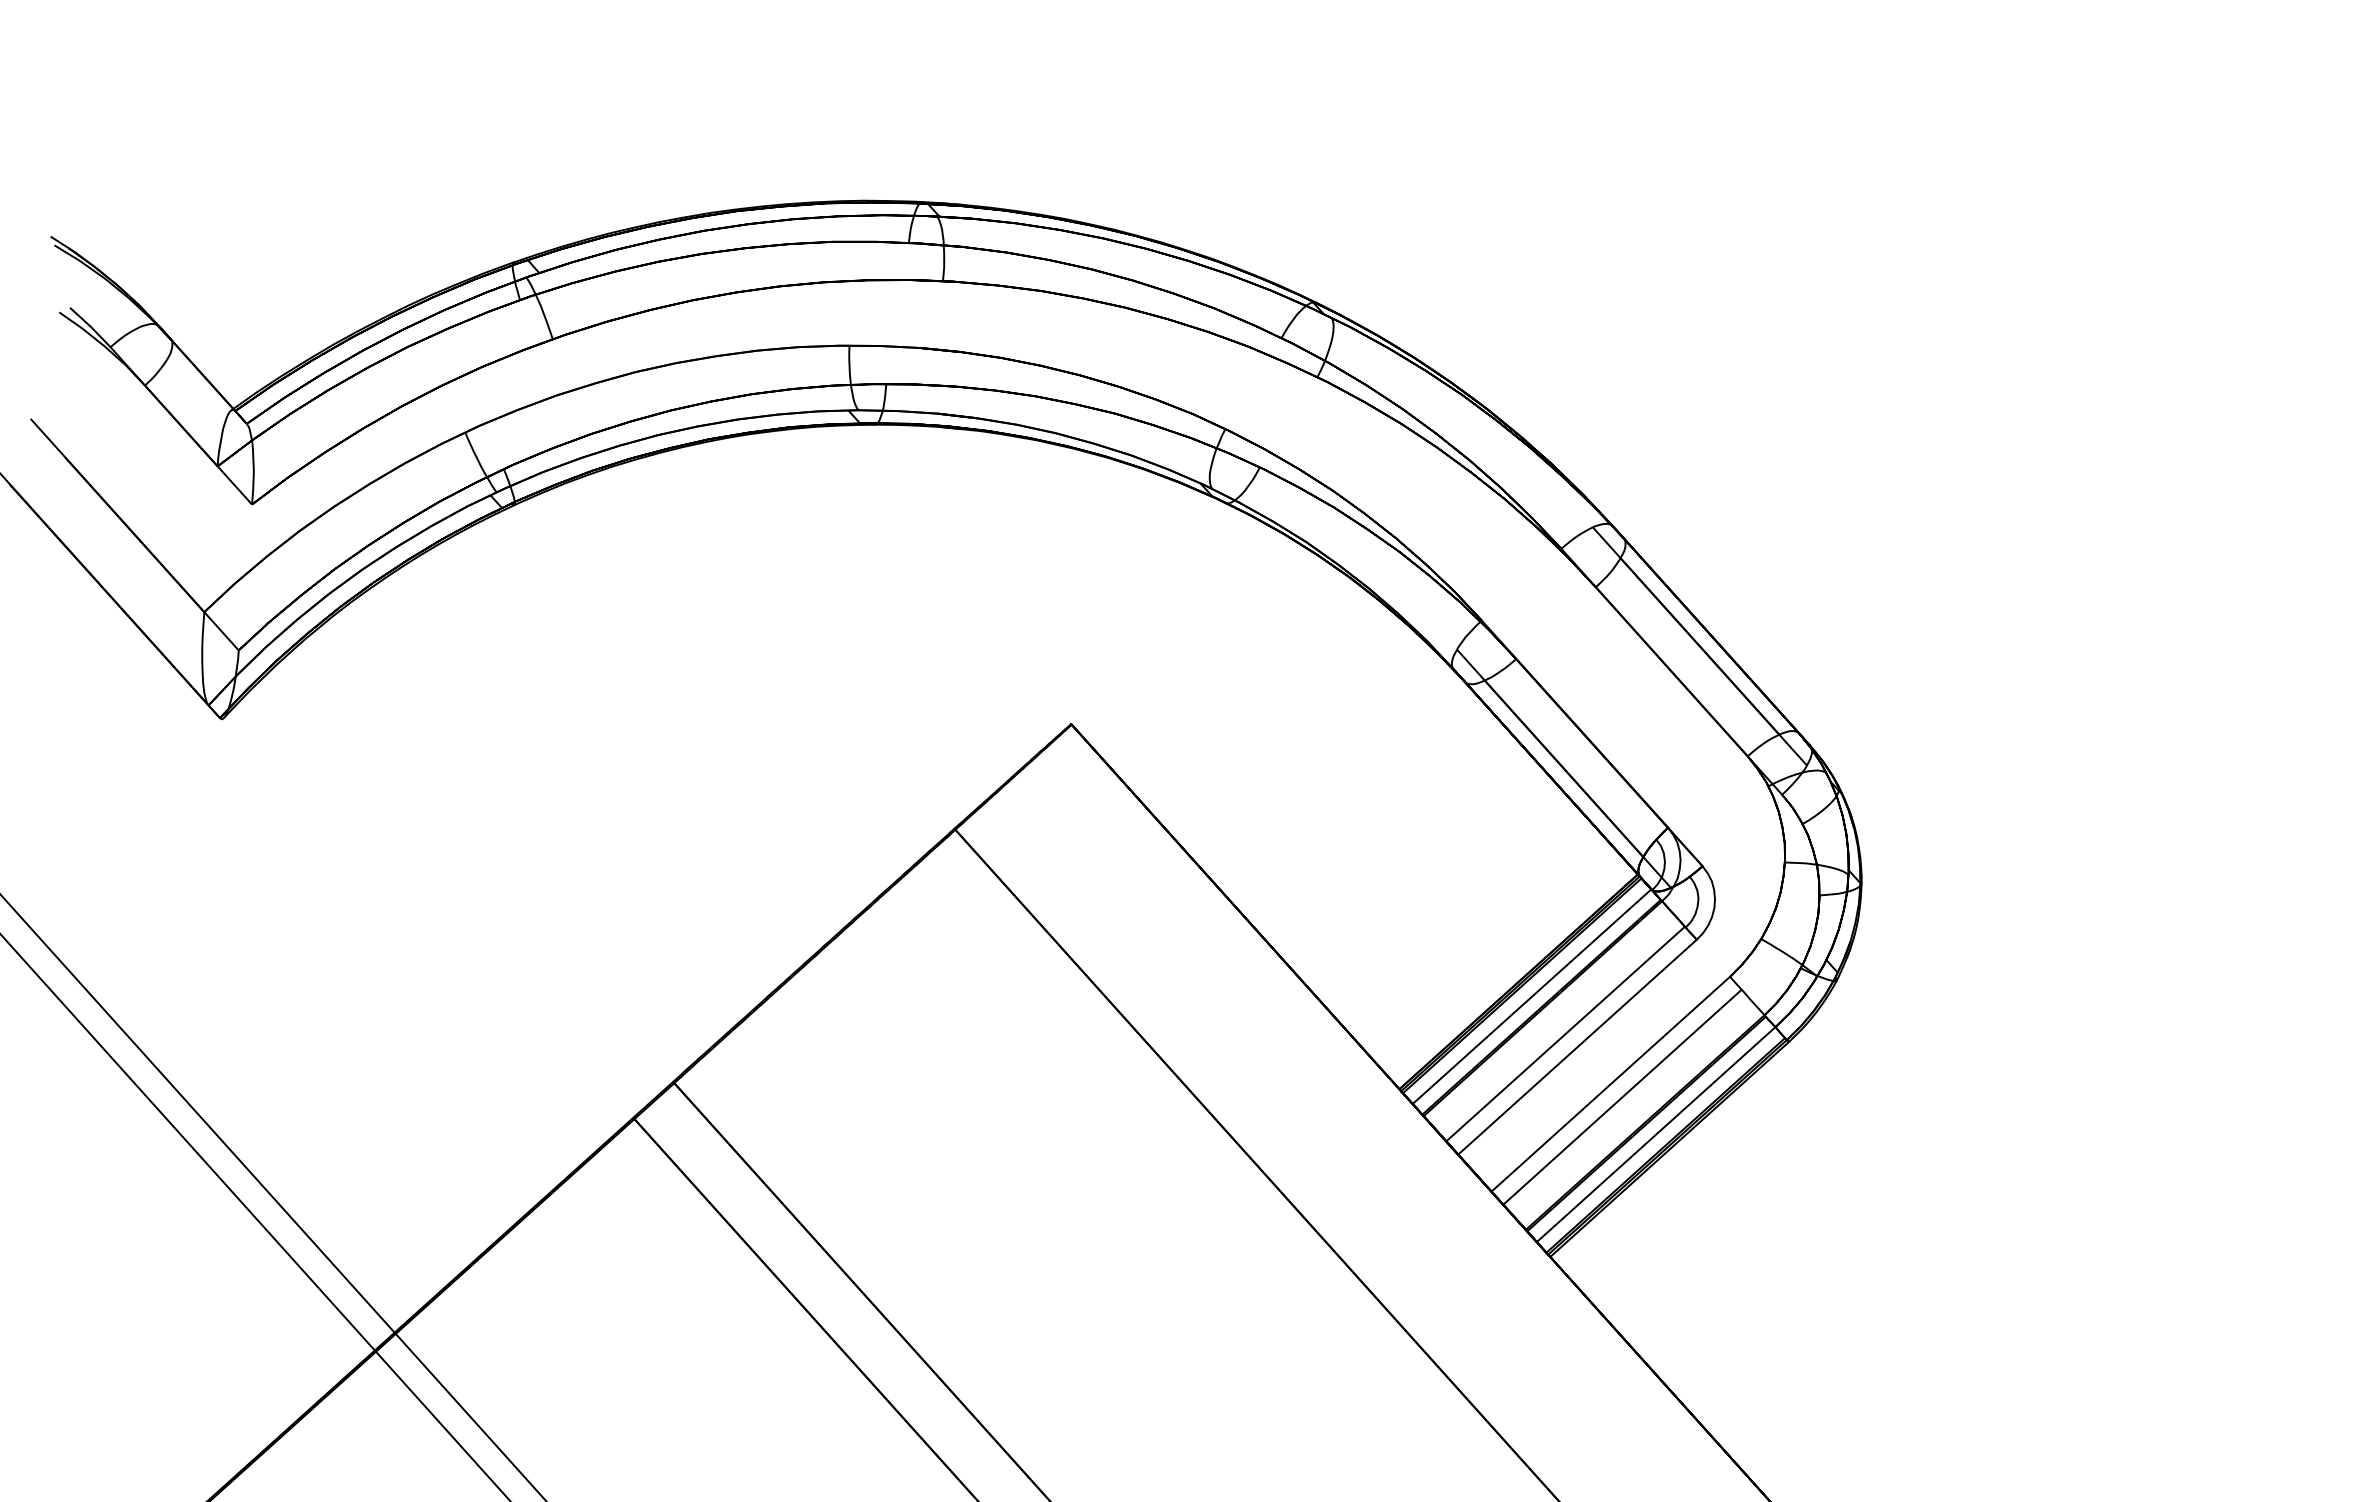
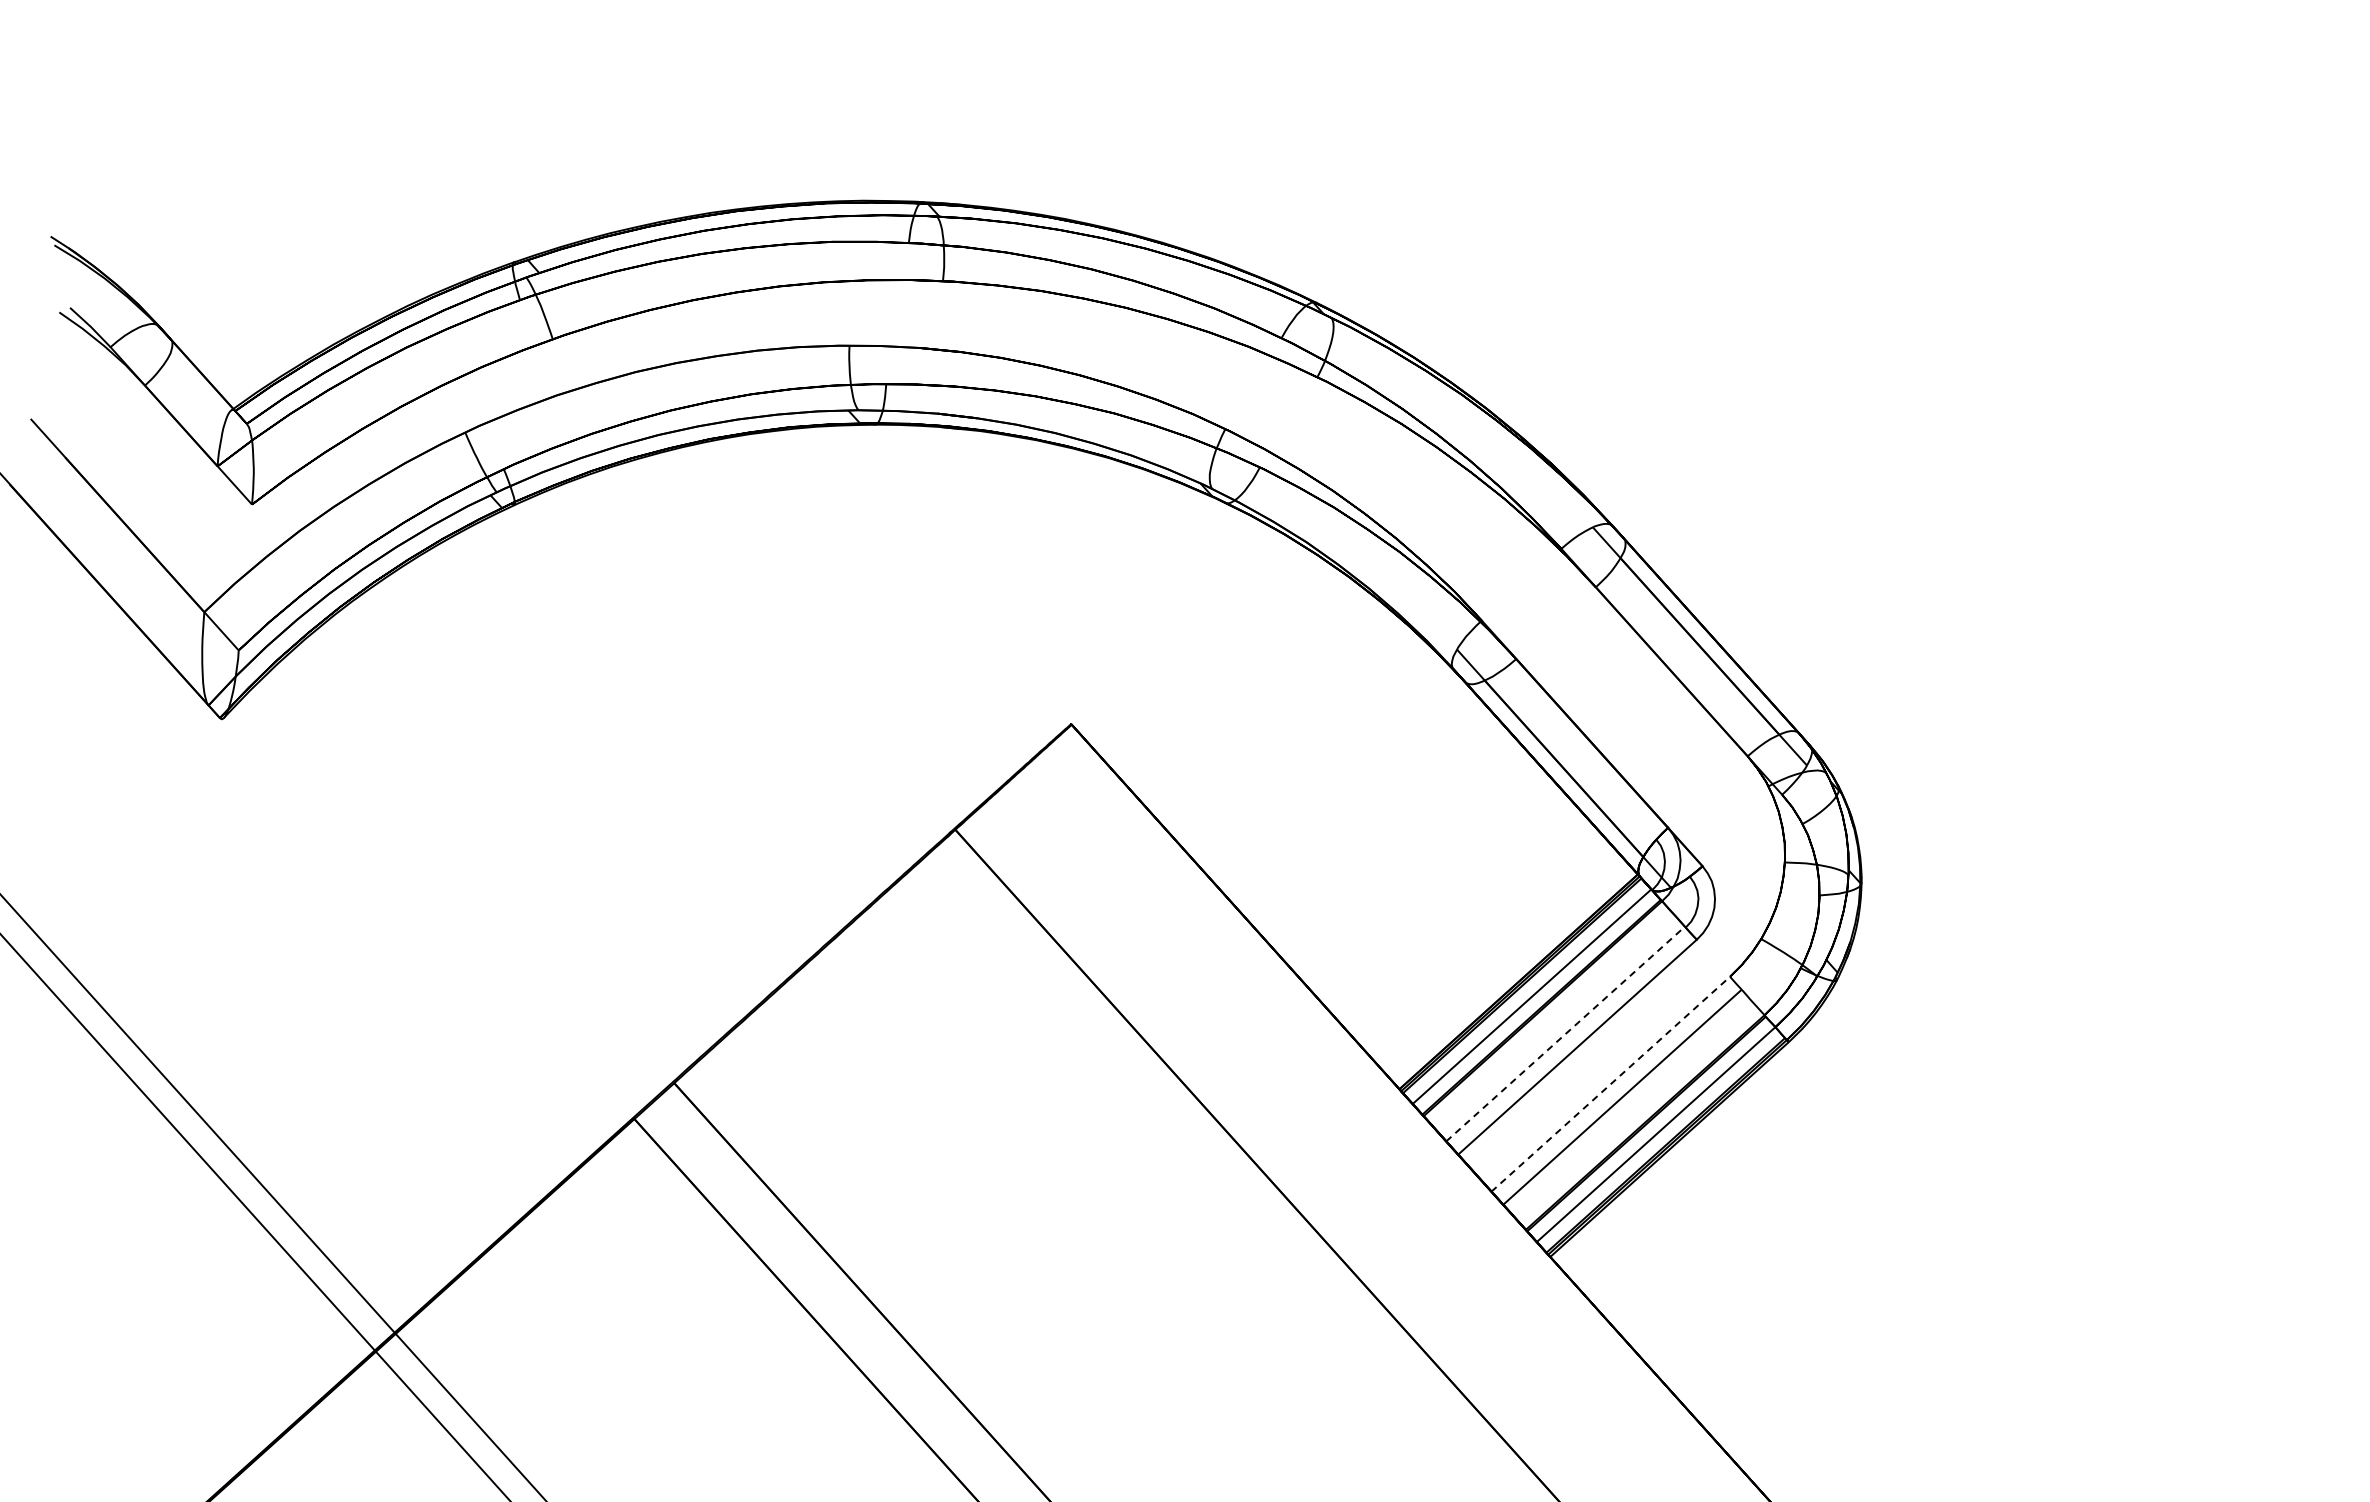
line at (1565, 1034): solid -> dashed
line at (1610, 1084): solid -> dashed
